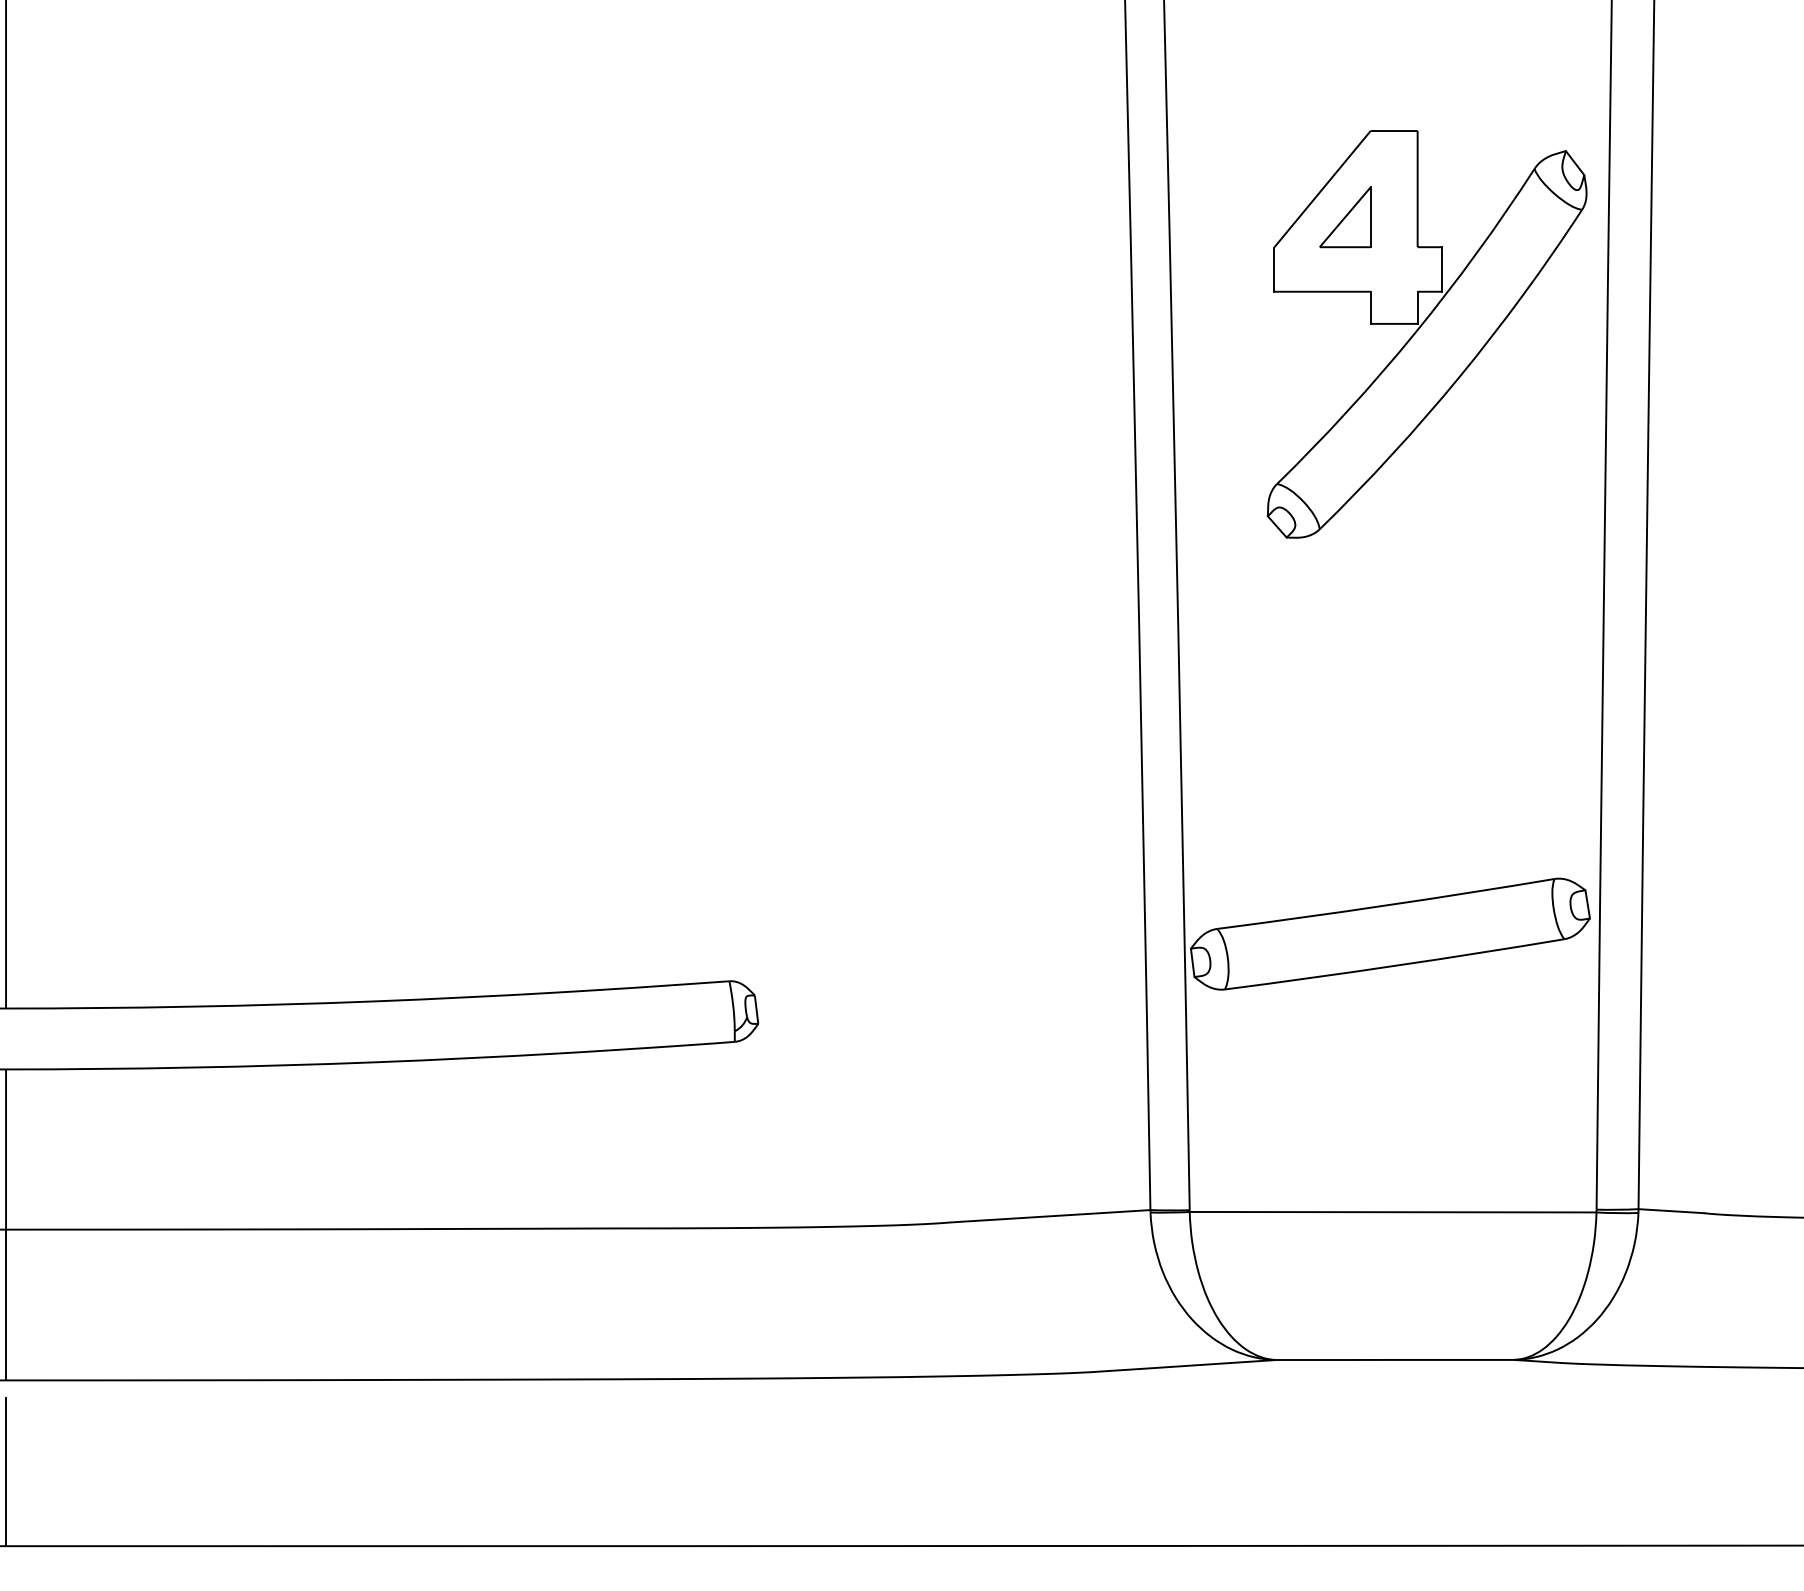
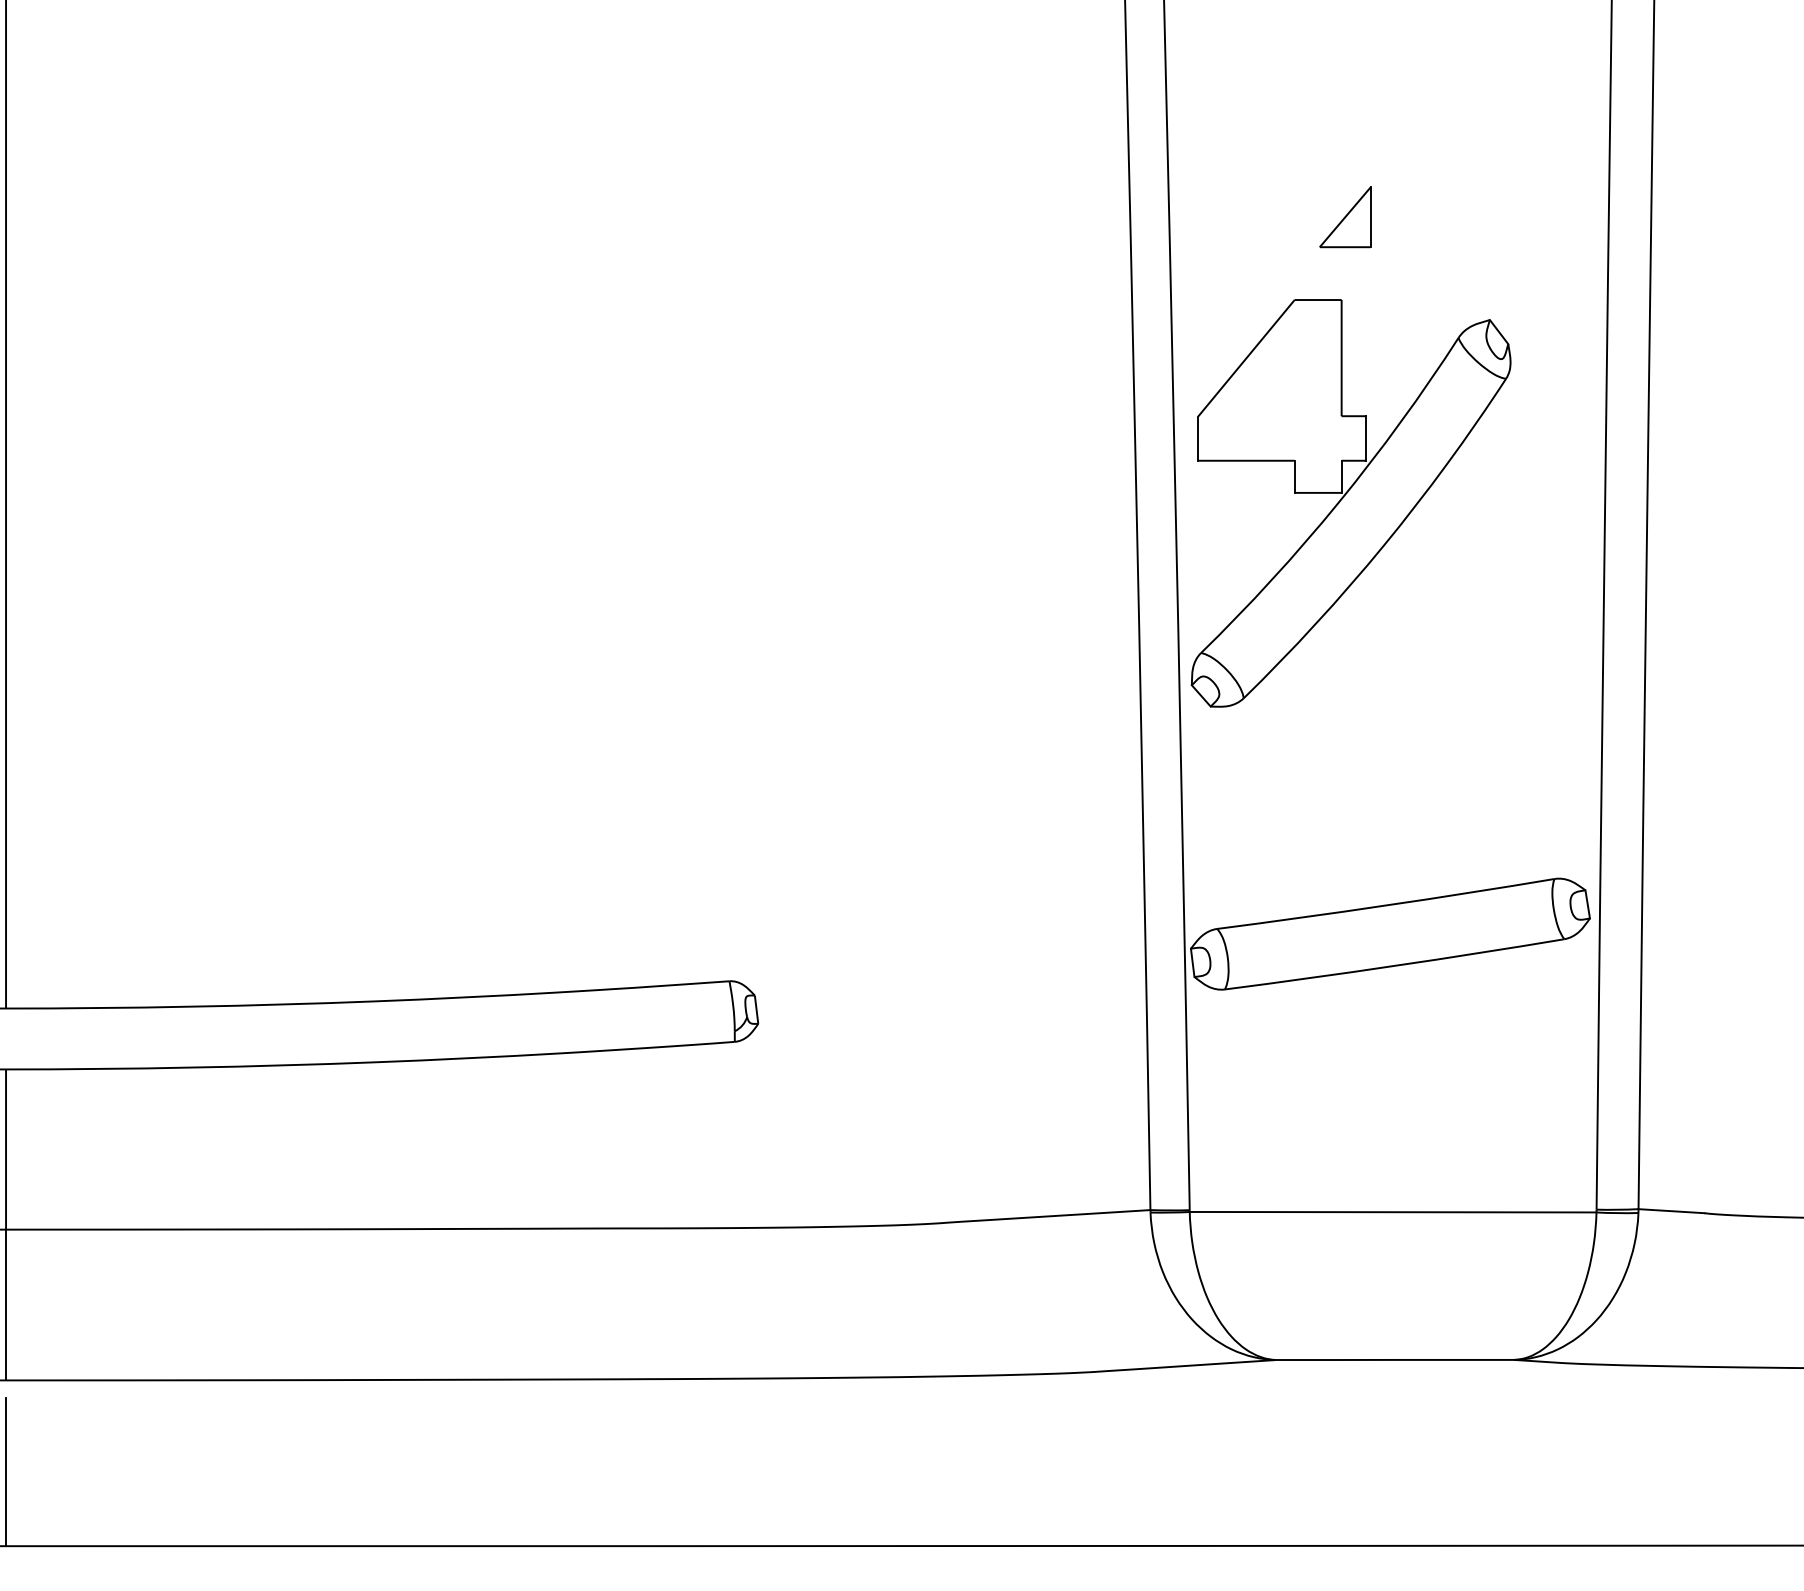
part at (1426, 334) position: (1426, 334) -> (1350, 503)
